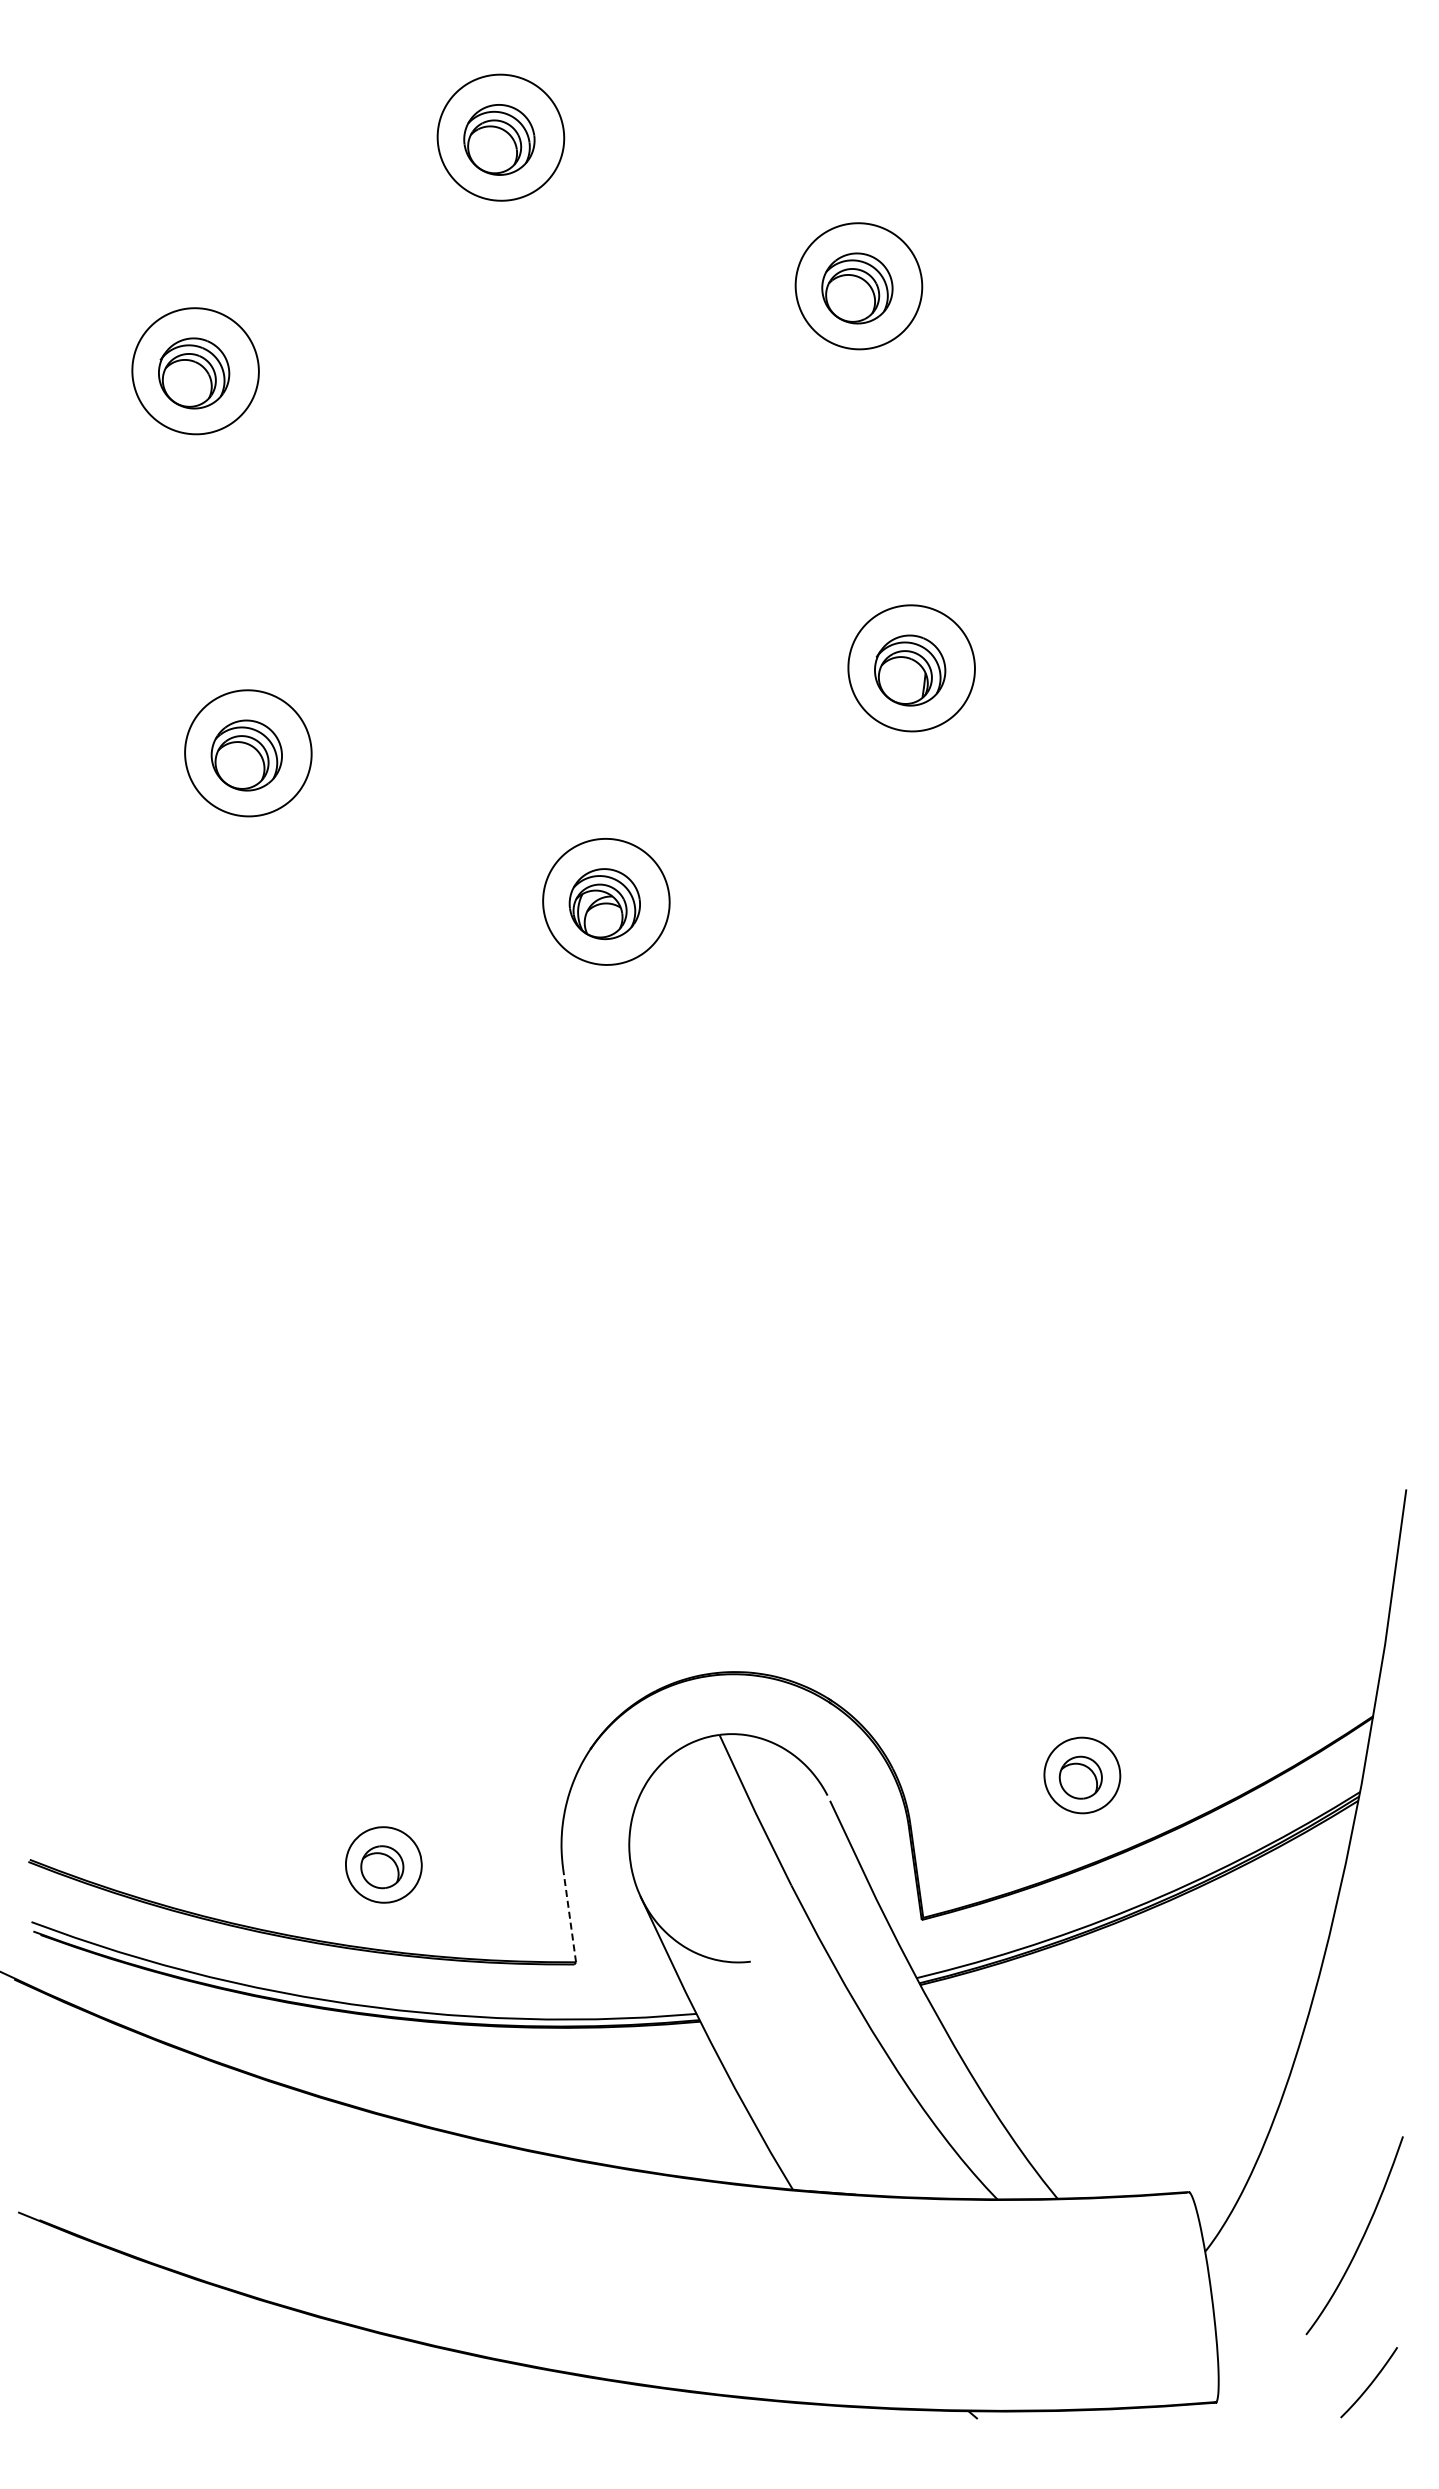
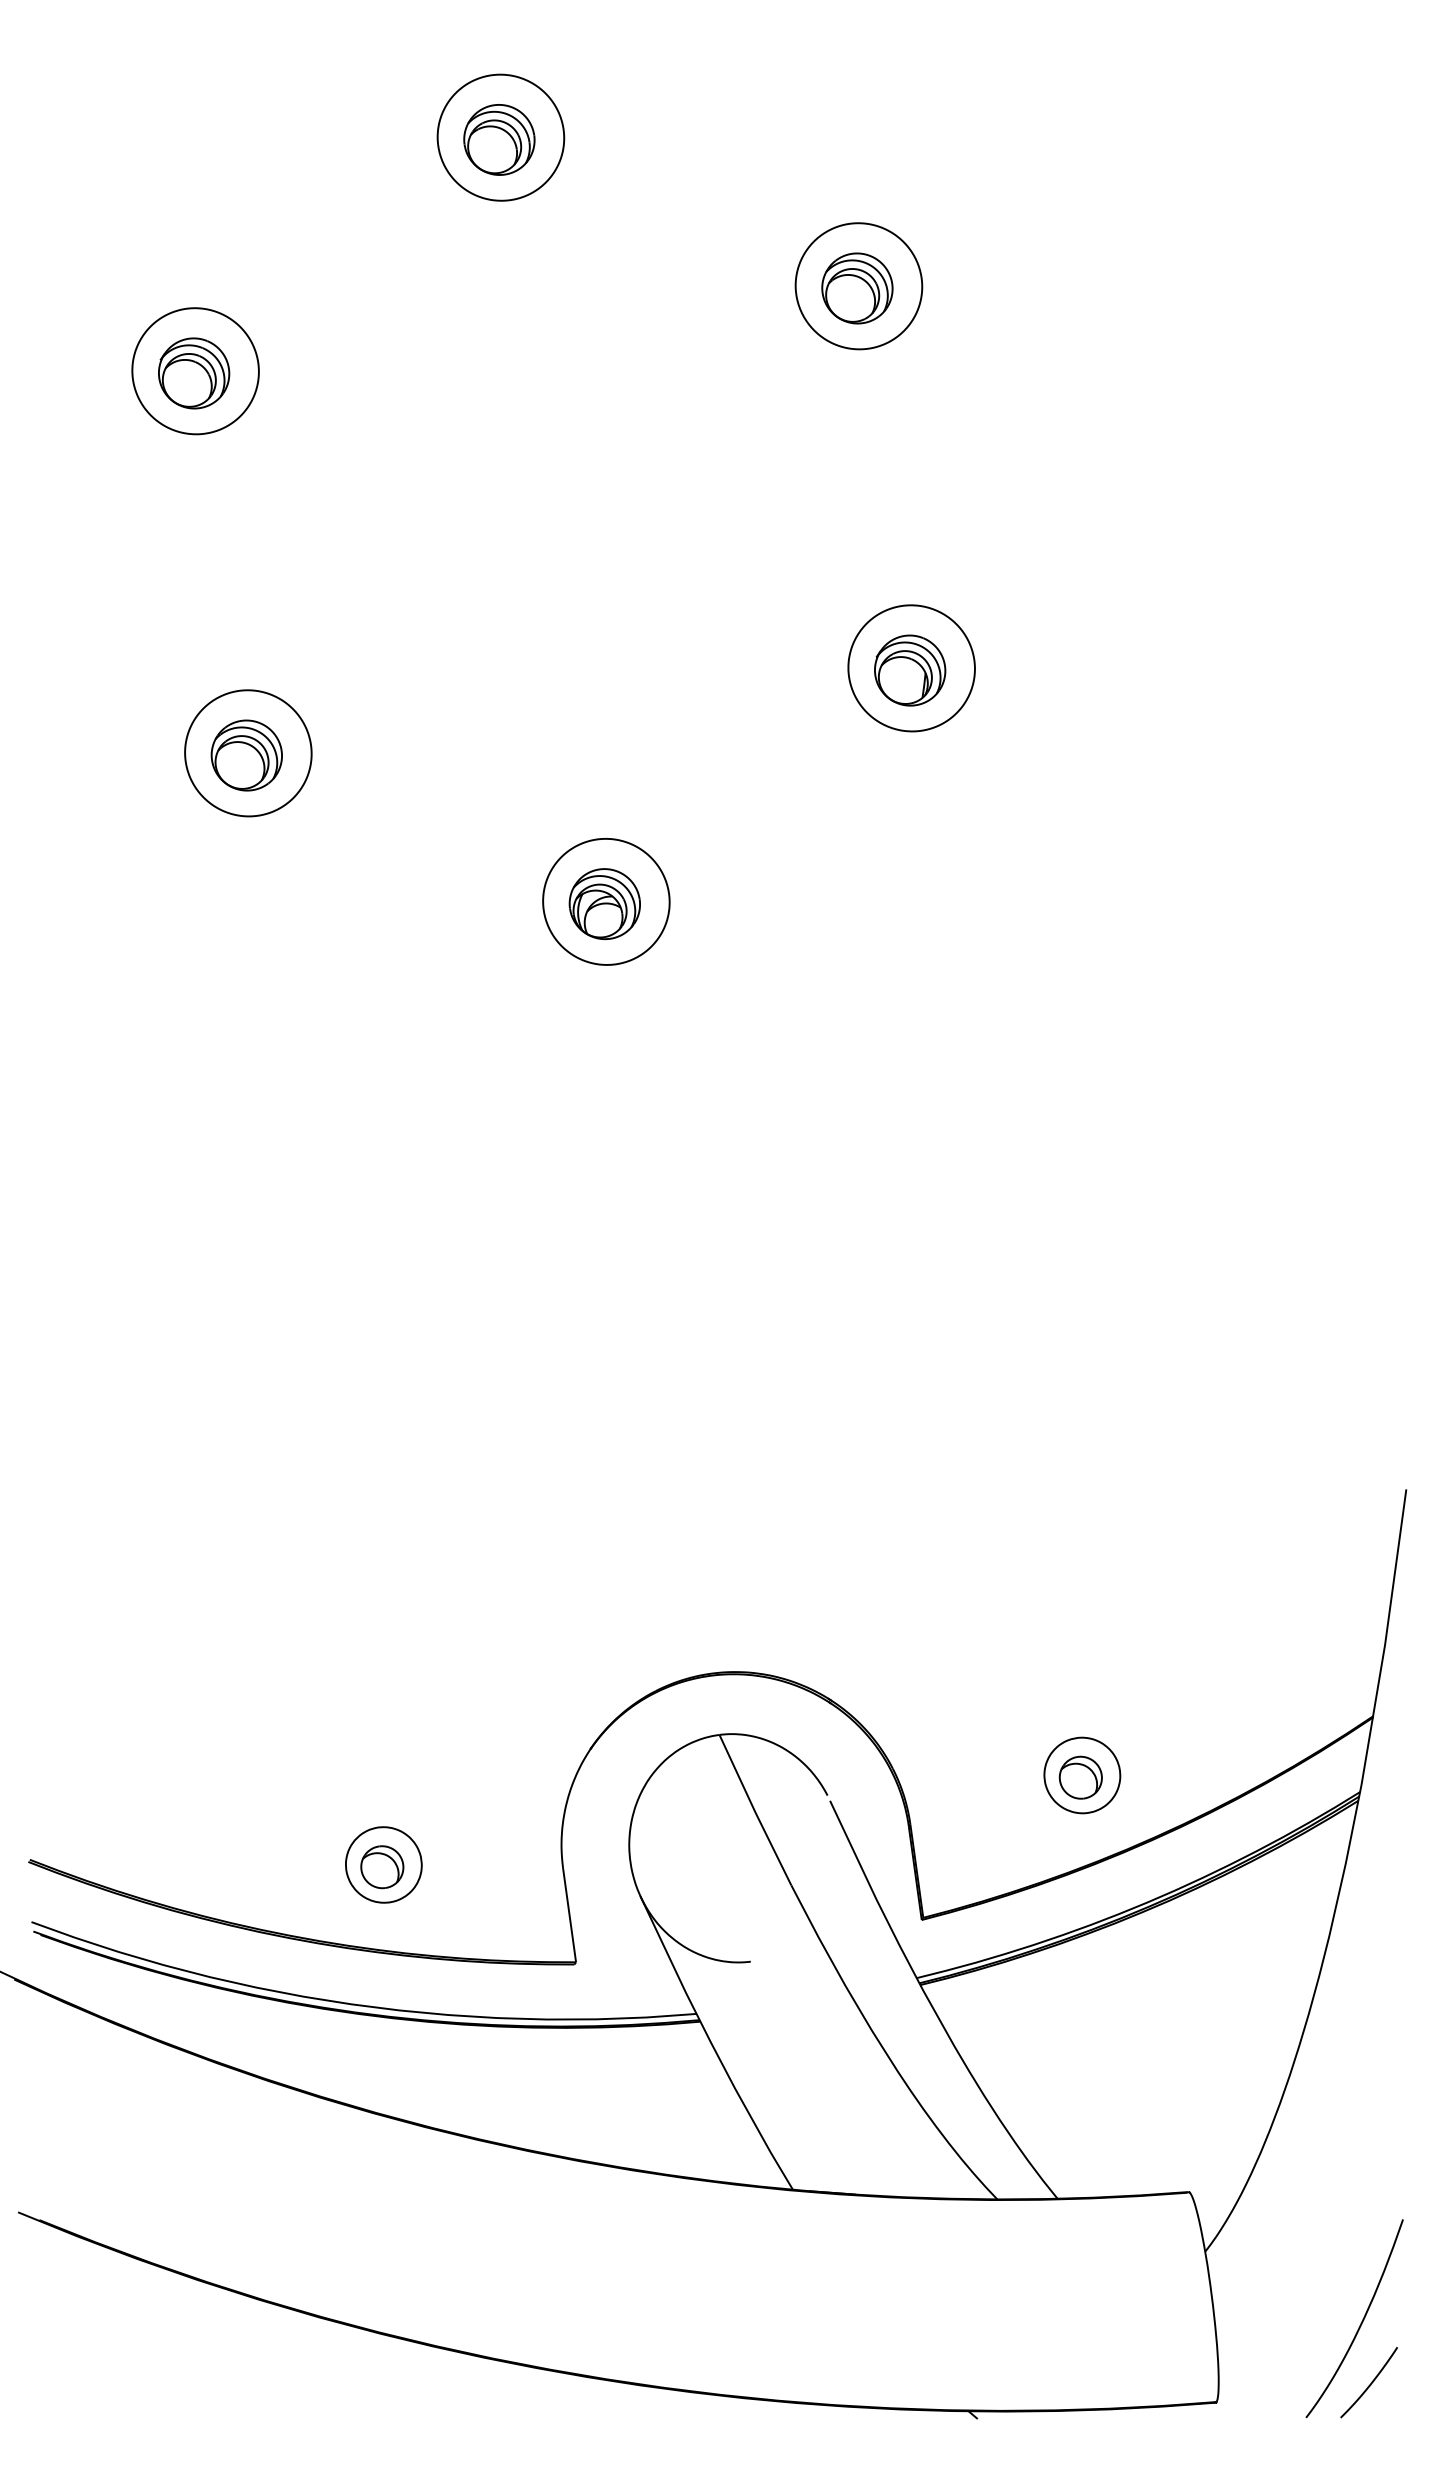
line at (569, 1915): dashed -> solid
curve at (1361, 2238) position: (1361, 2238) -> (1361, 2321)
